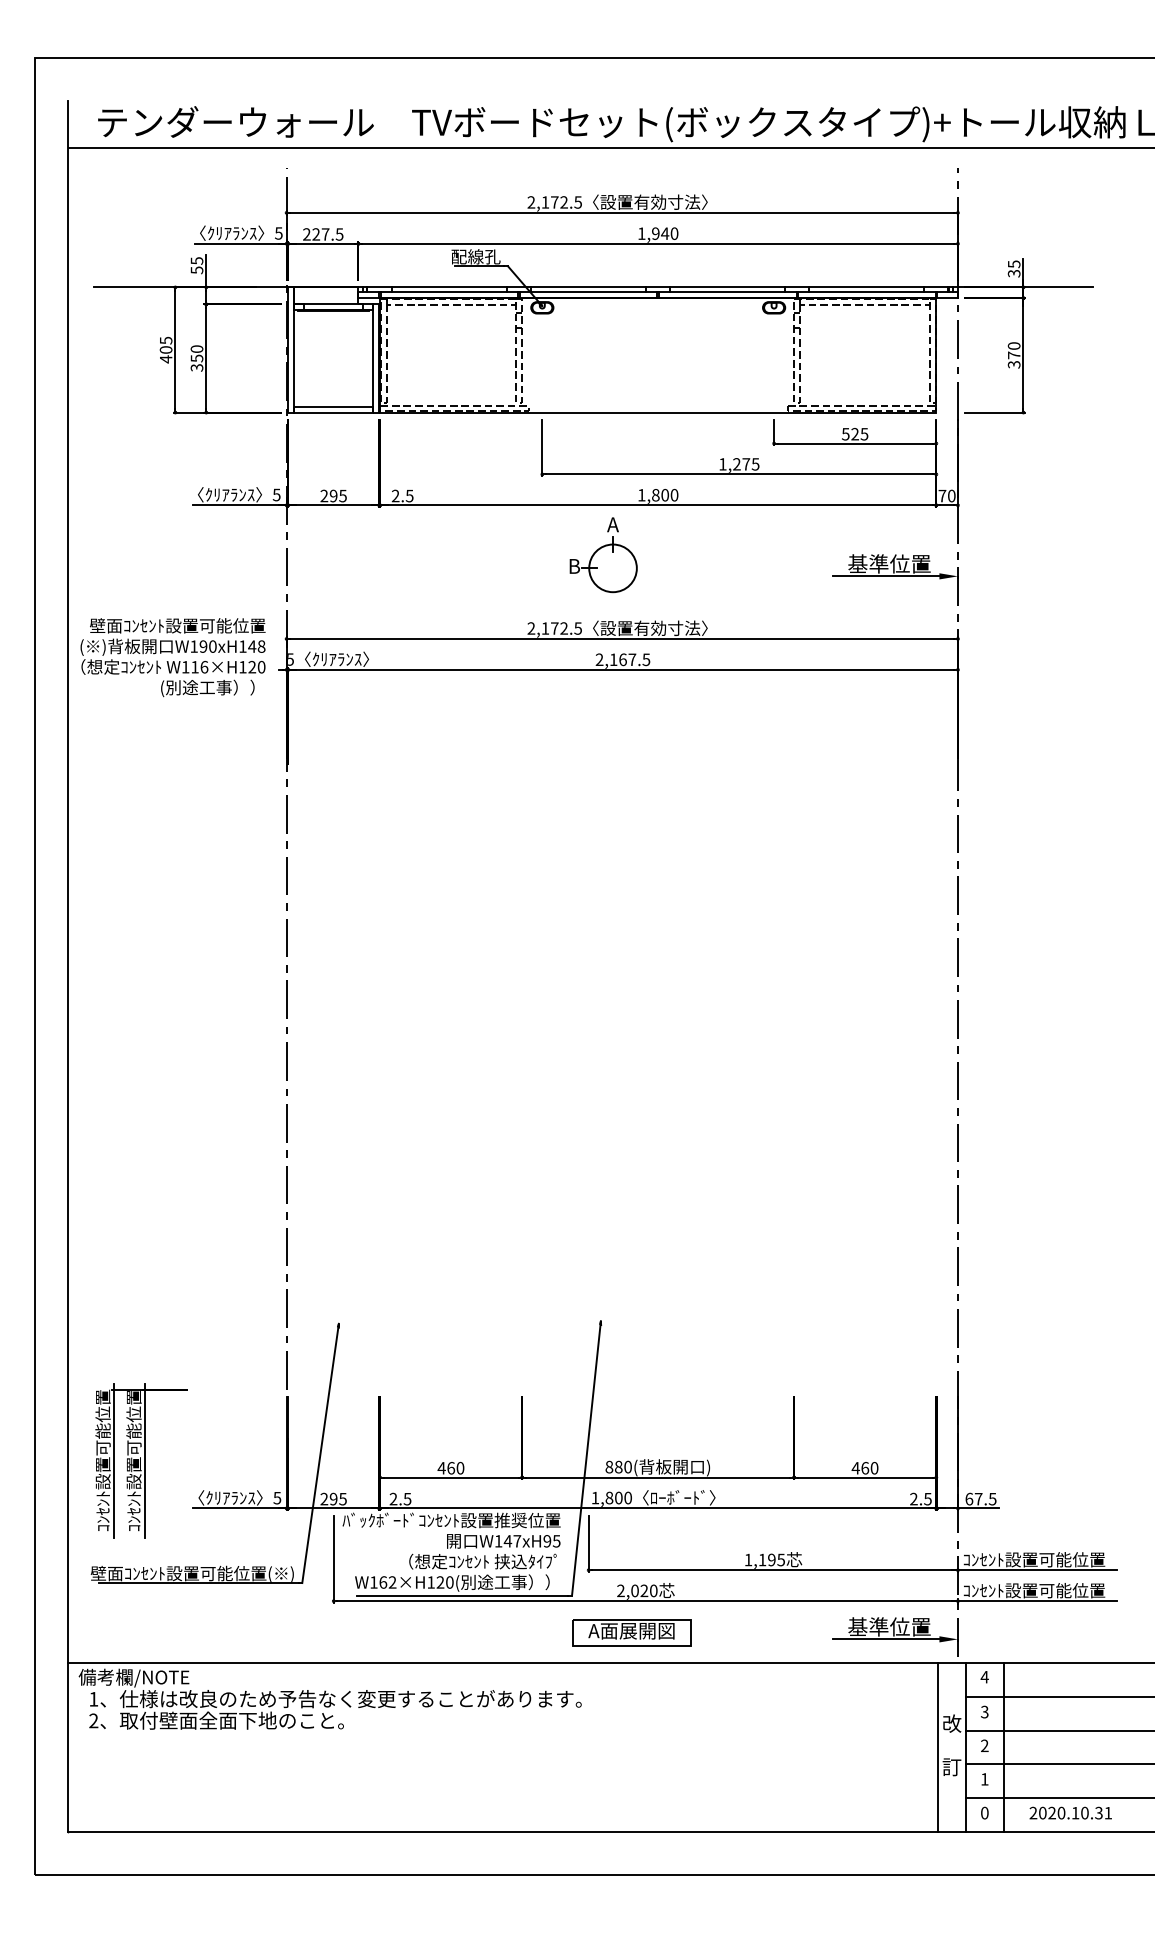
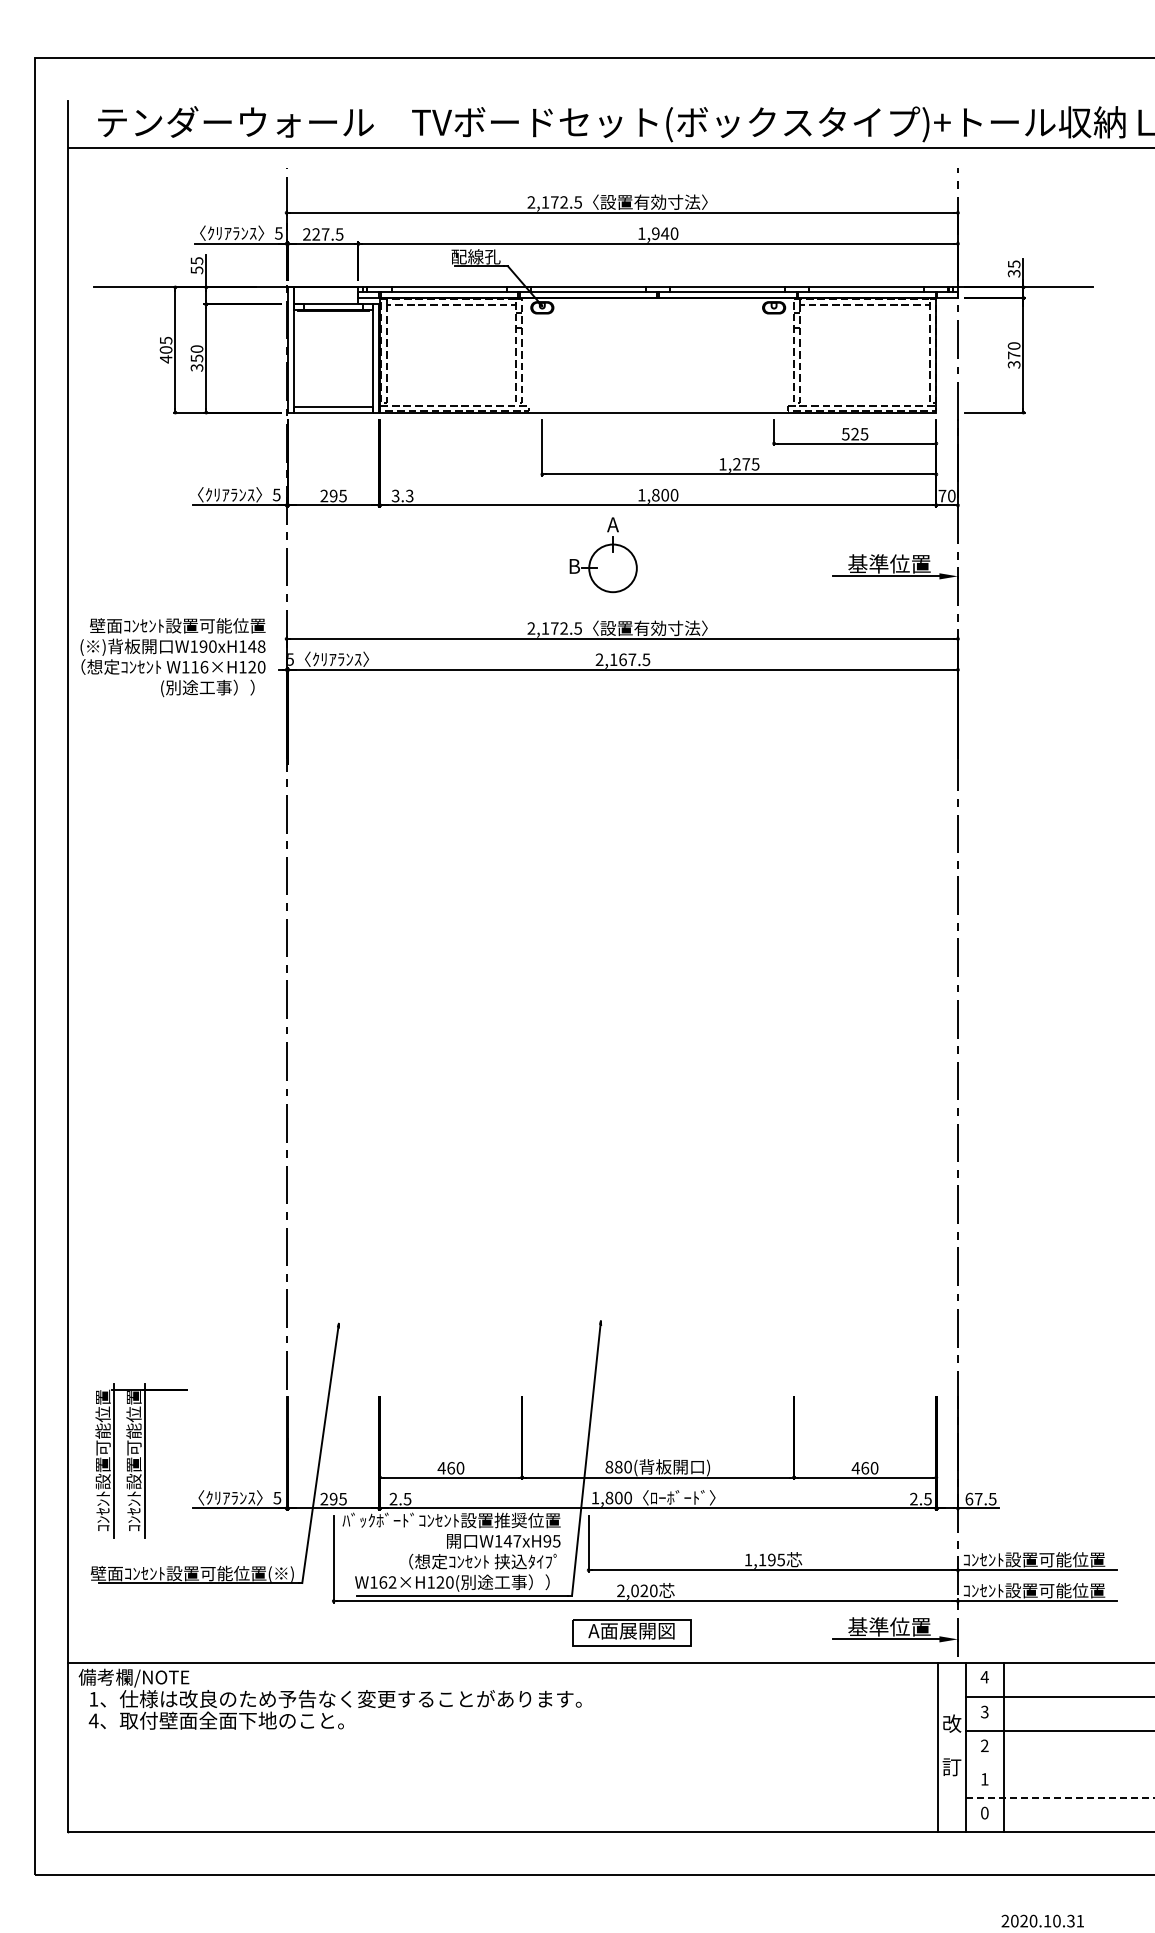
text at (402, 495): 2.5 -> 3.3
text at (93, 1720): 2 -> 4
line at (1058, 1764): present -> none
line at (1060, 1797): solid -> dashed
text at (1070, 1812) position: (1070, 1812) -> (1042, 1920)
